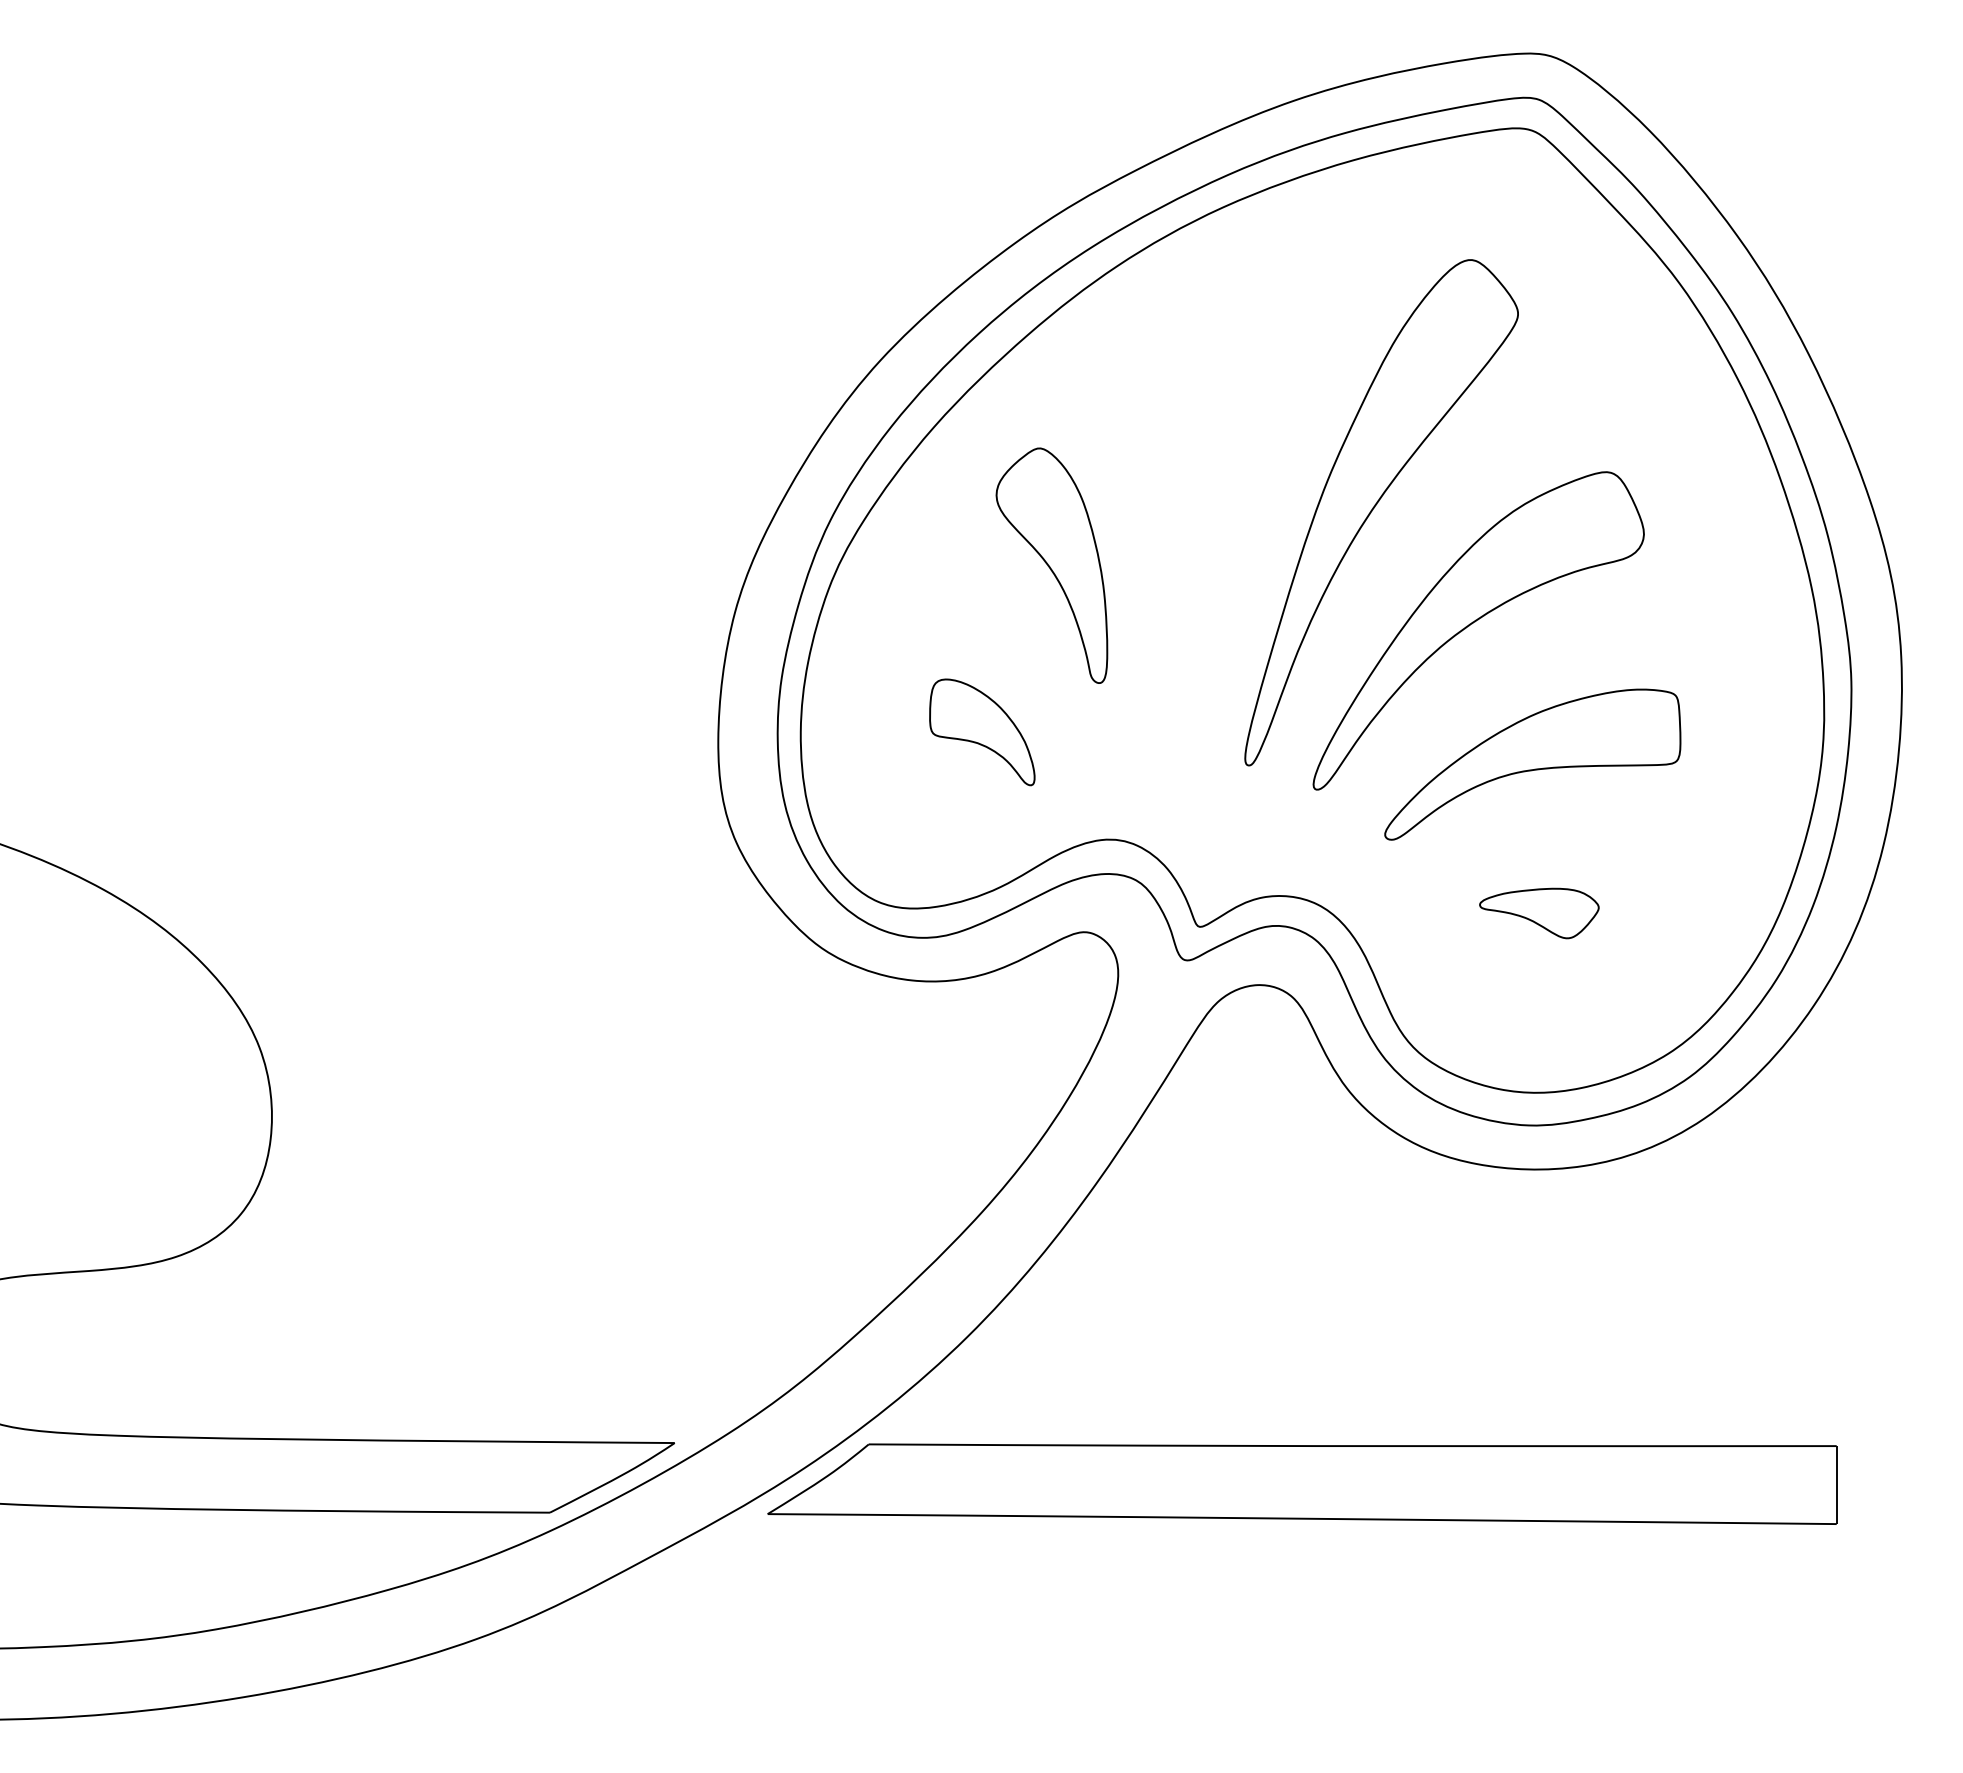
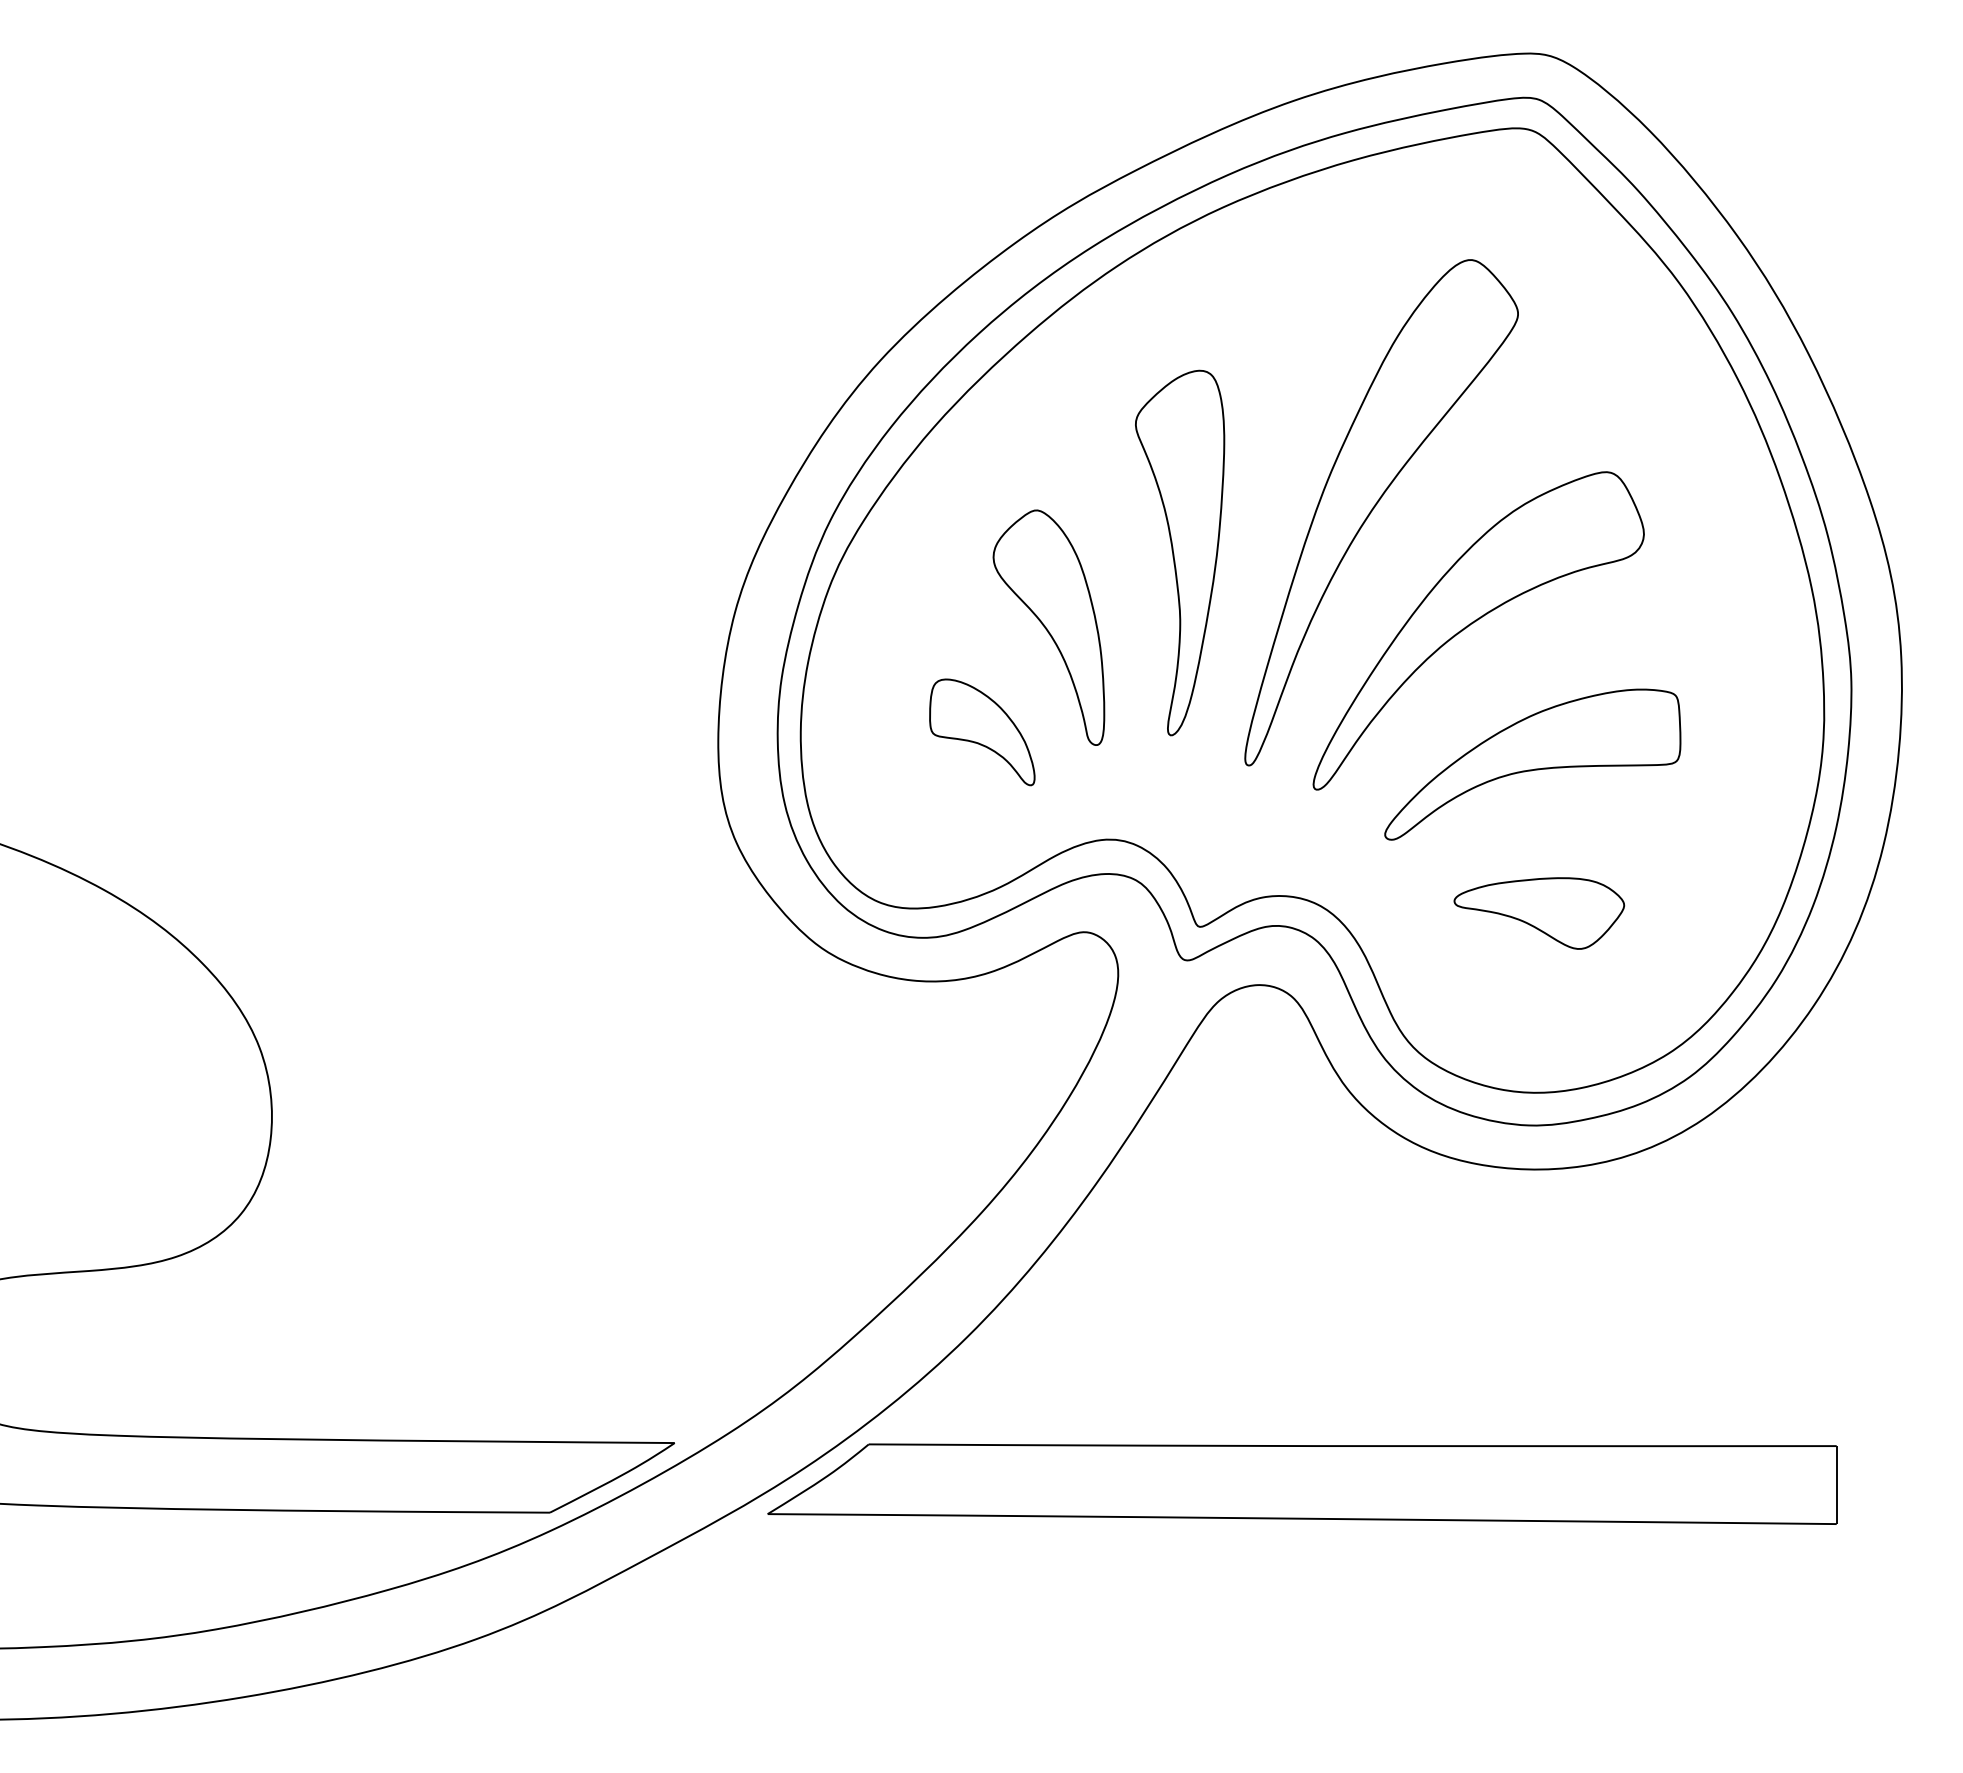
part at (1180, 552): none -> present
part at (1051, 565) position: (1051, 565) -> (1048, 627)
part at (1539, 913) size: 121x53 px -> 173x73 px
